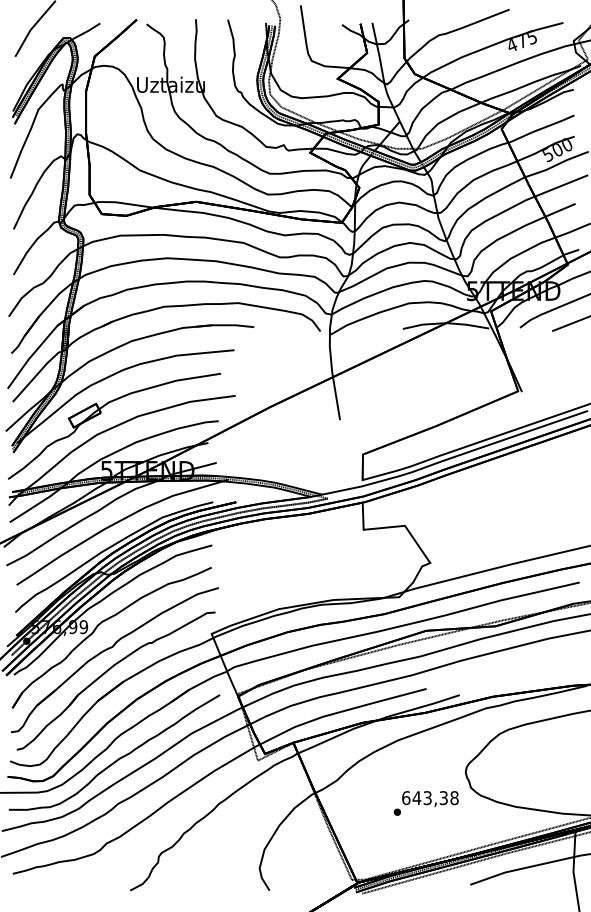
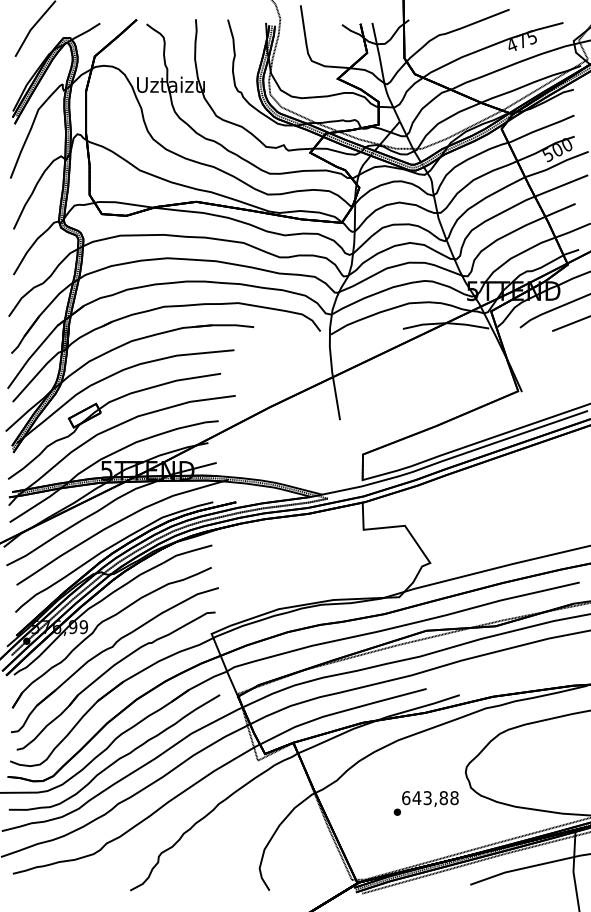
text at (443, 798): 643,38 -> 643,88
